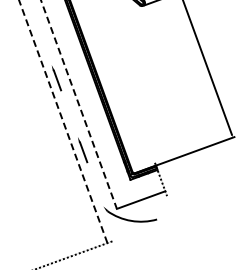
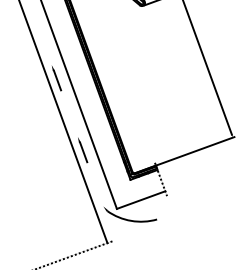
line at (79, 104): dashed -> solid
line at (63, 121): dashed -> solid
